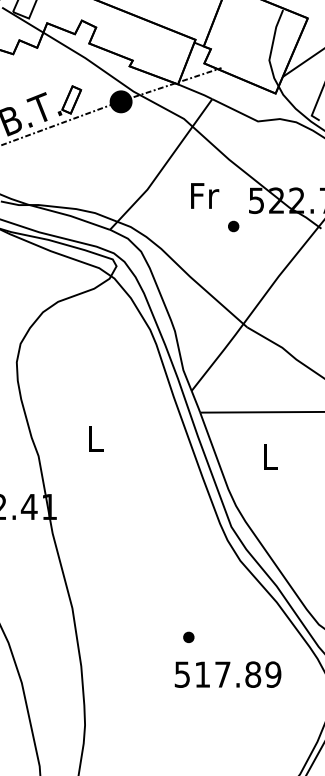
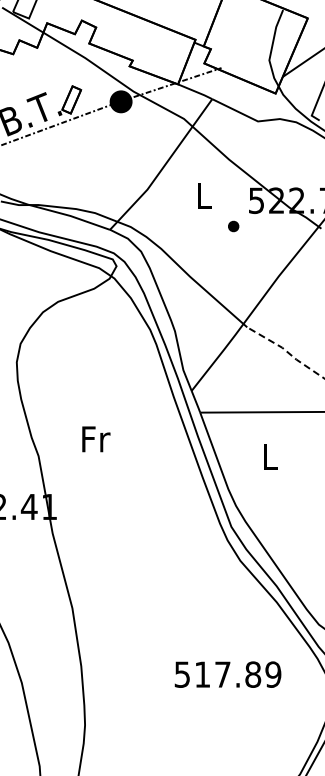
text at (205, 195): Fr -> L
line at (286, 351): solid -> dashed
text at (96, 439): L -> Fr
part at (188, 636): present -> none
